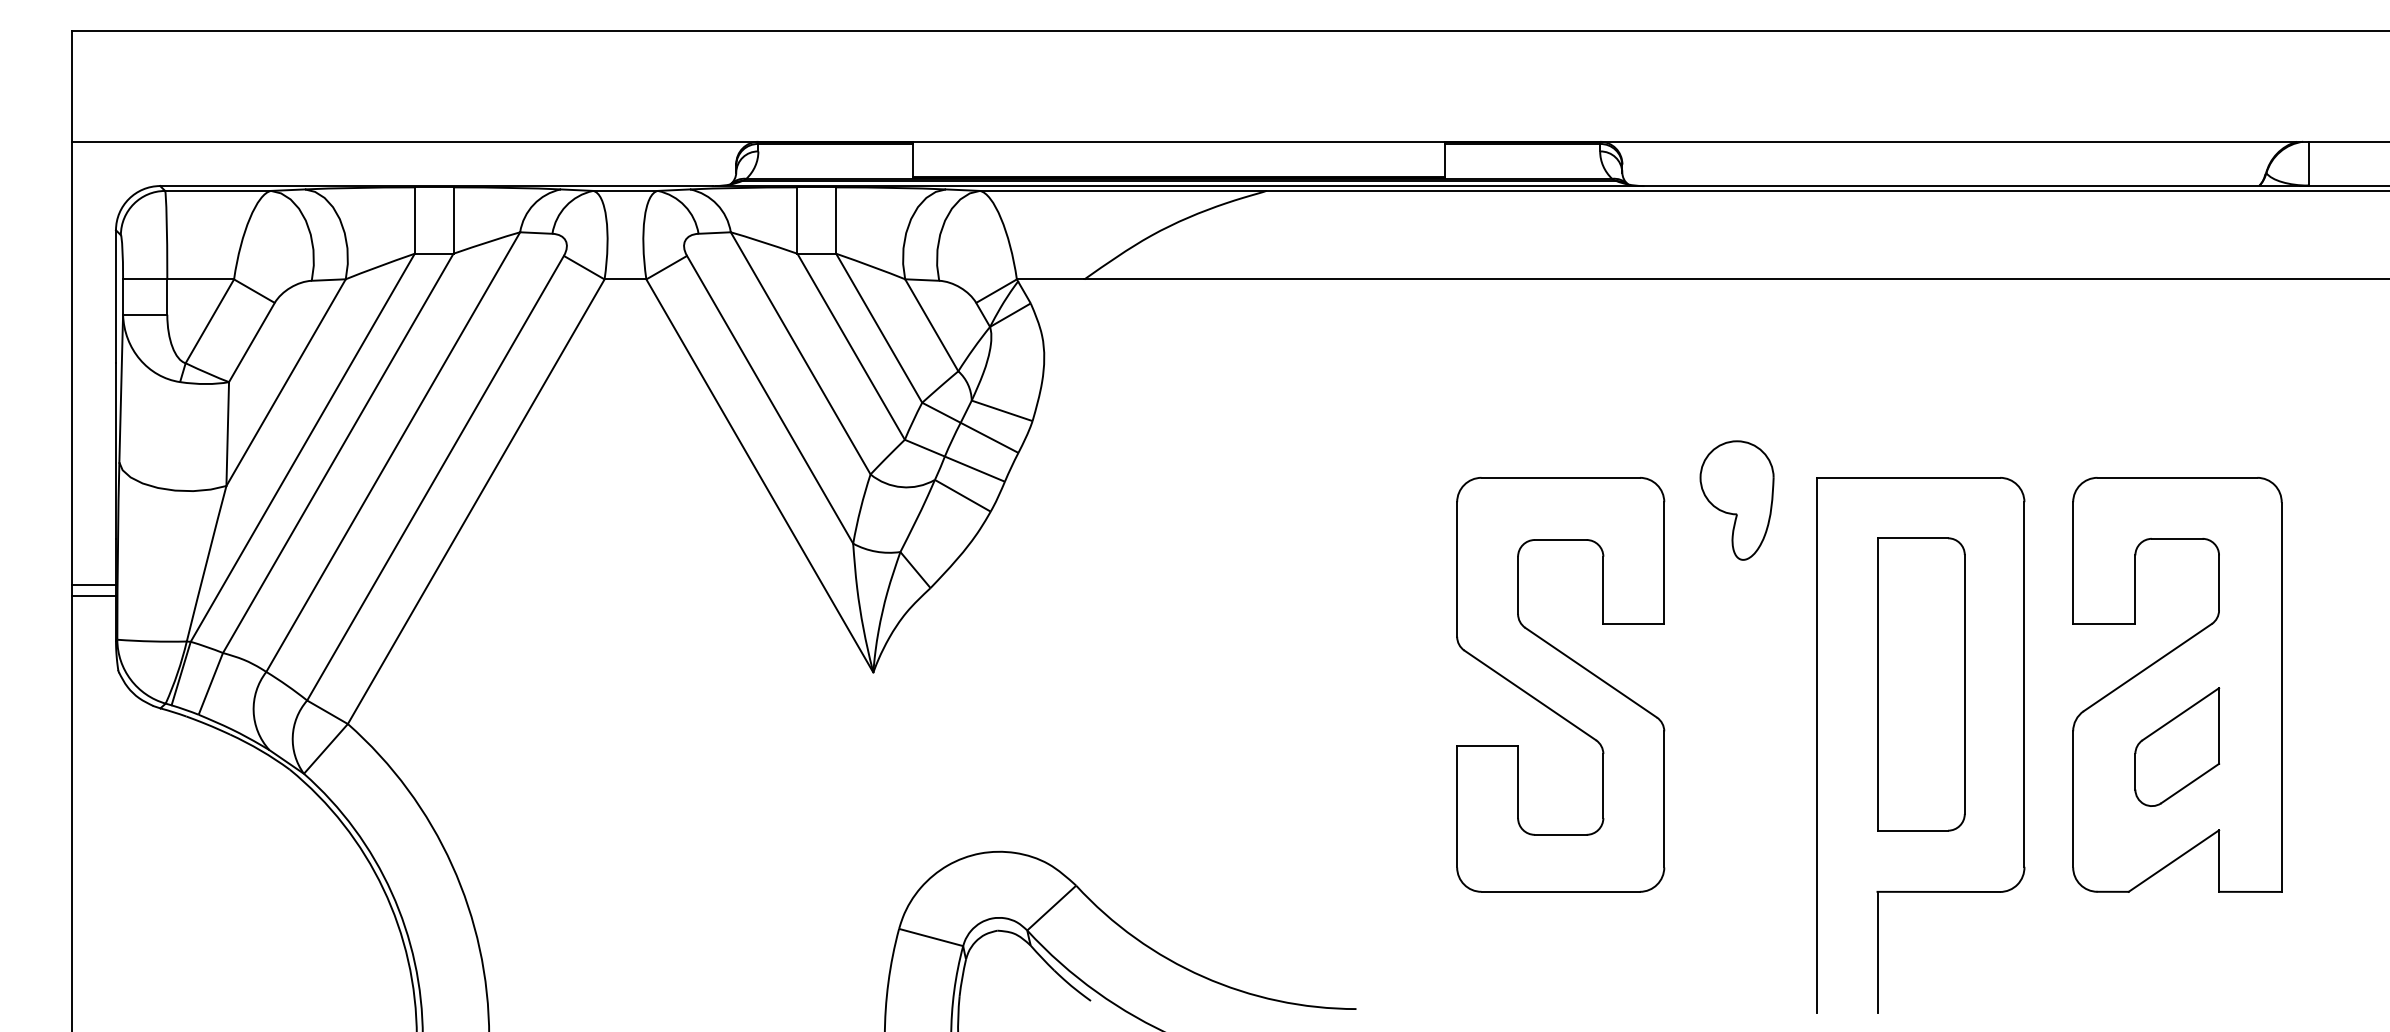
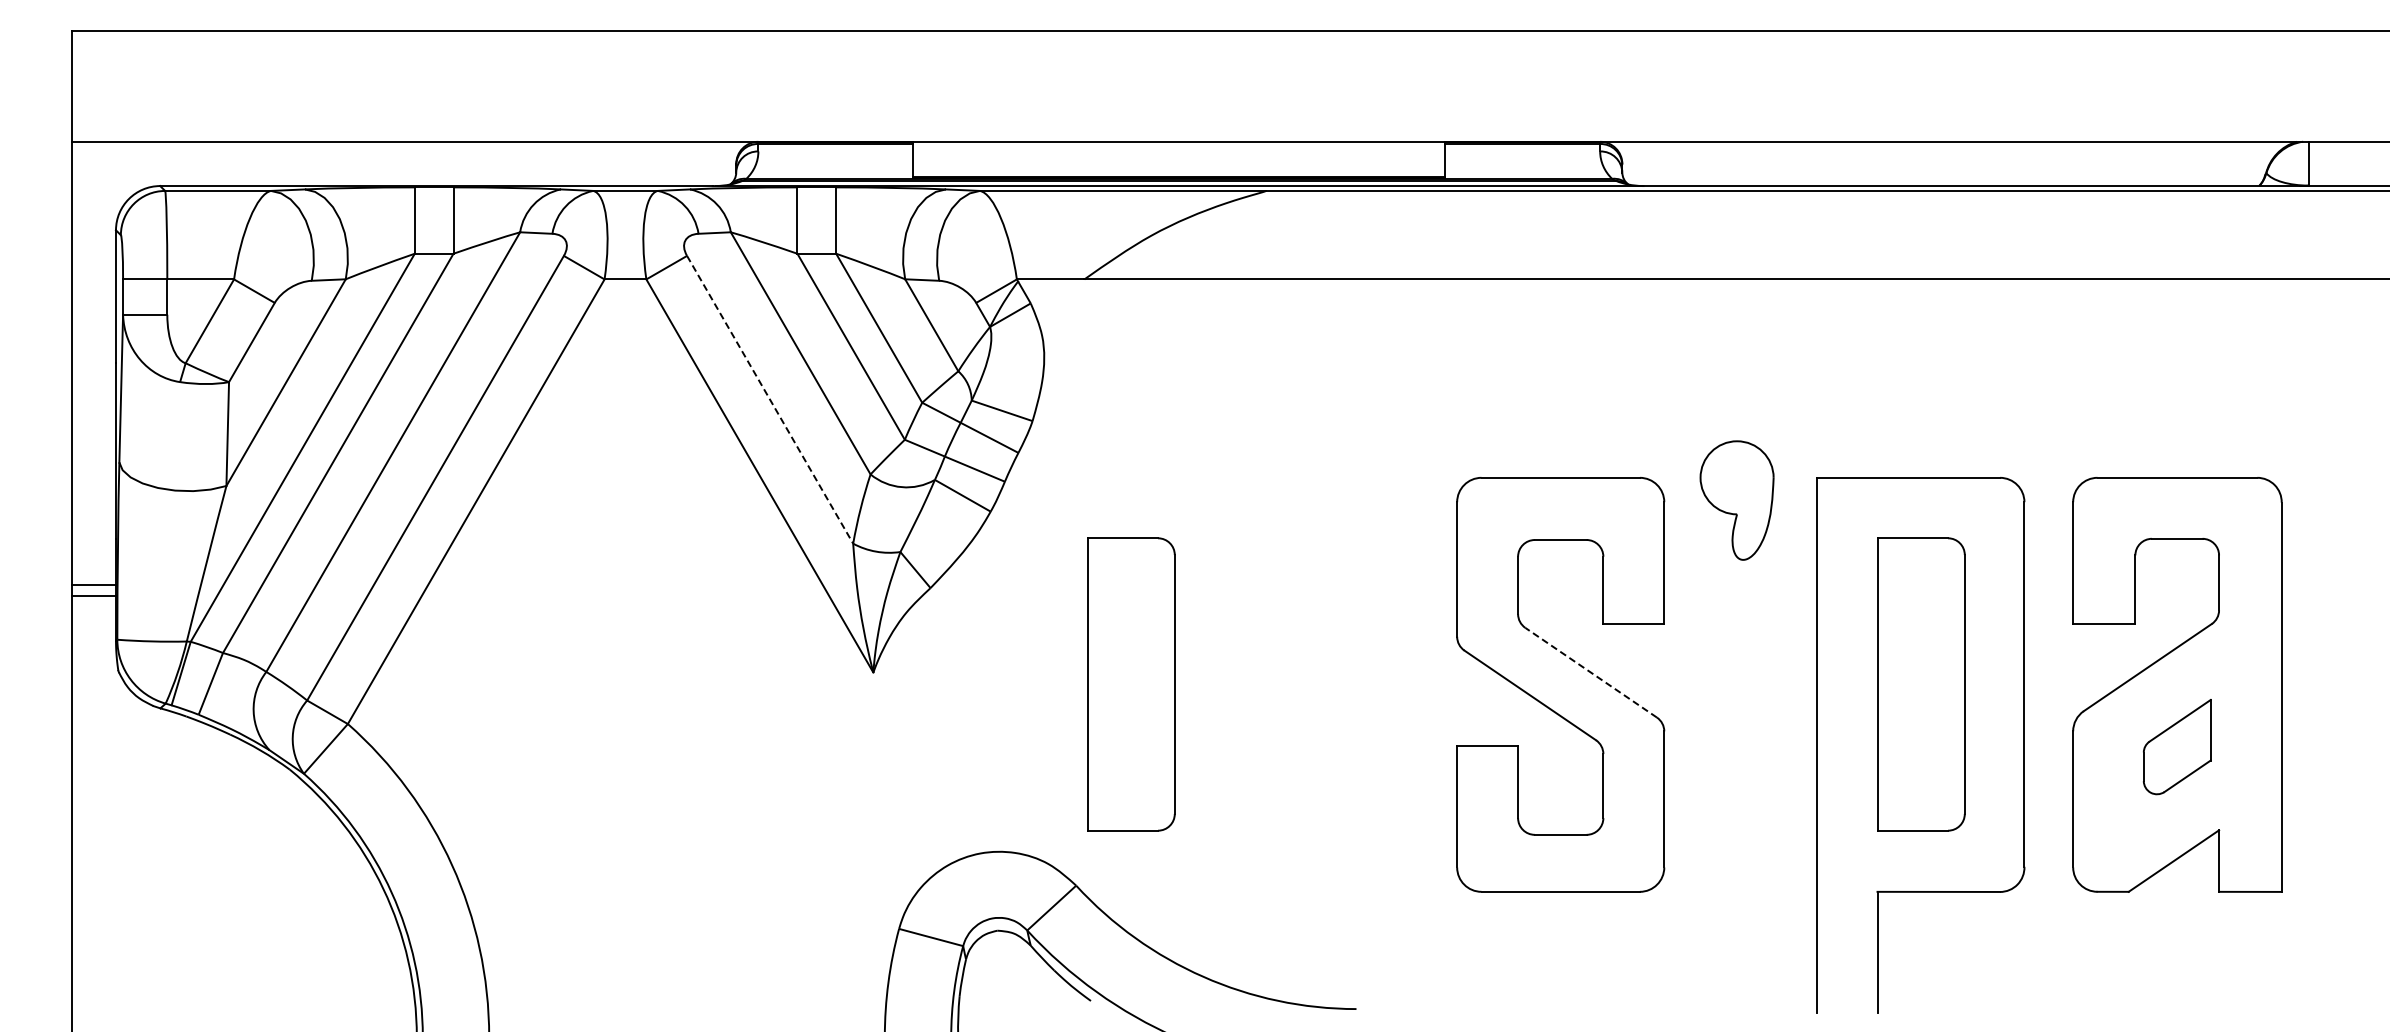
line at (770, 400): solid -> dashed
line at (1591, 672): solid -> dashed
part at (1131, 684): none -> present
part at (2177, 746) size: 87x120 px -> 69x97 px
